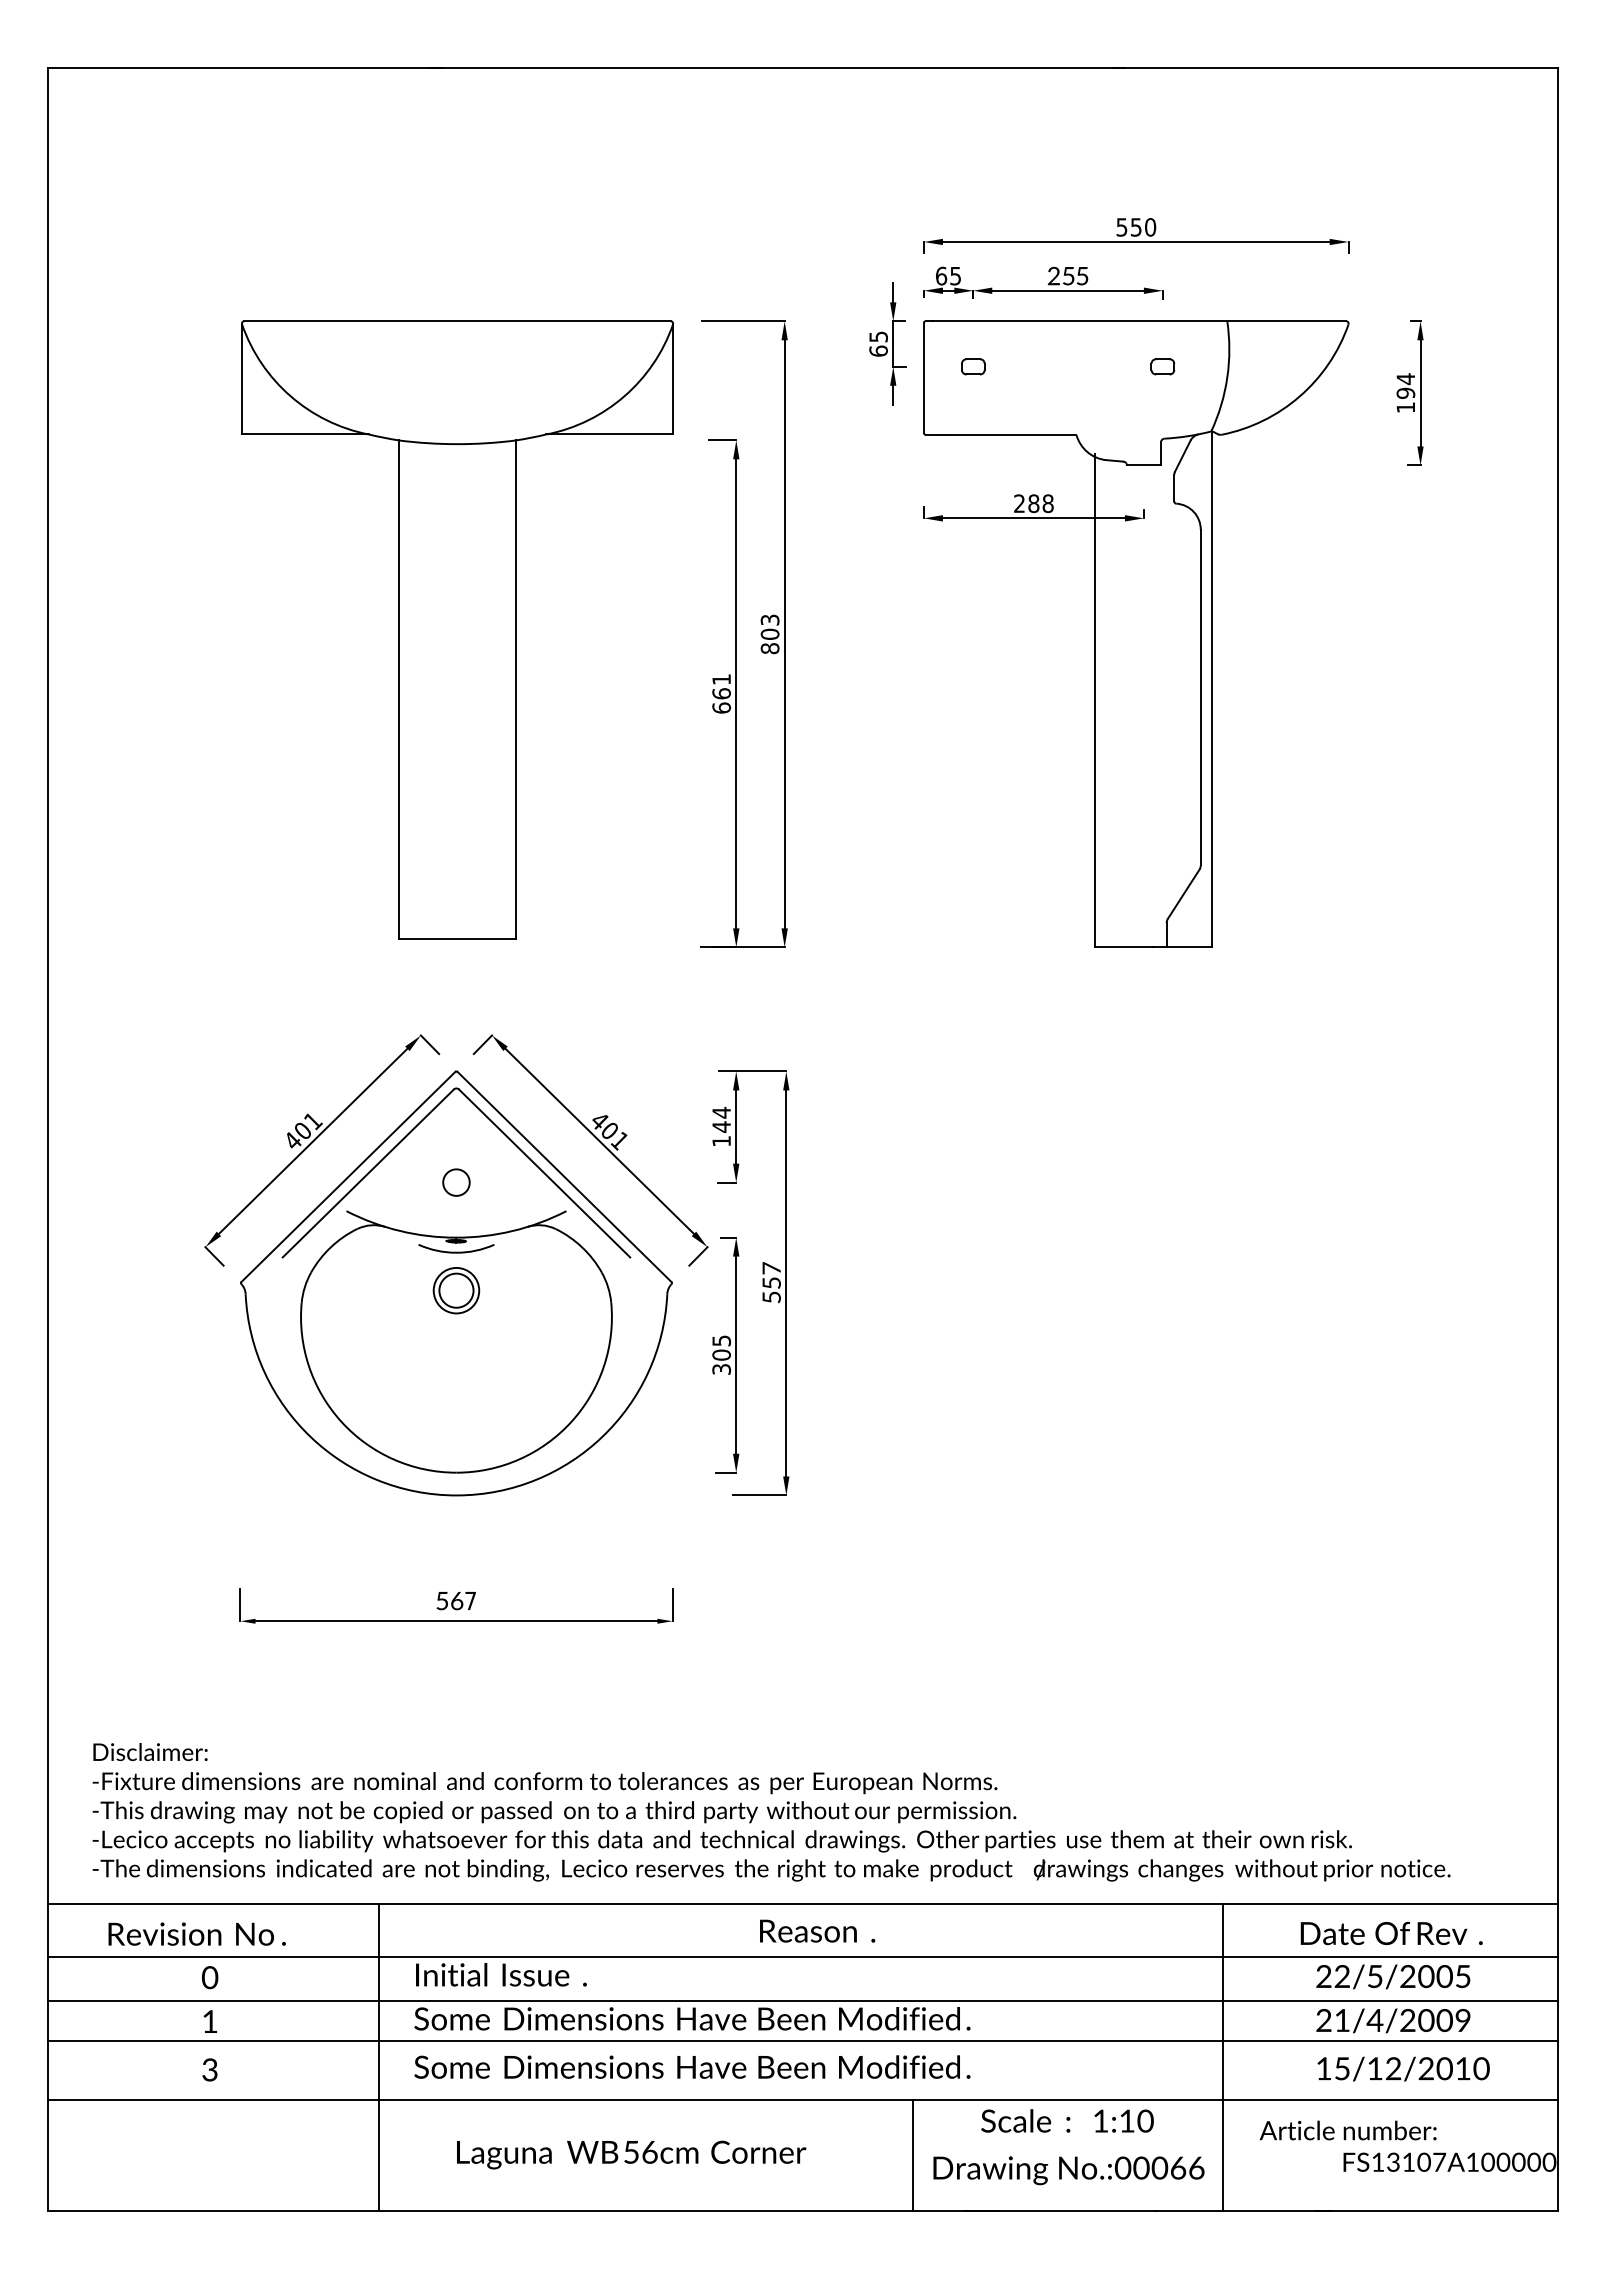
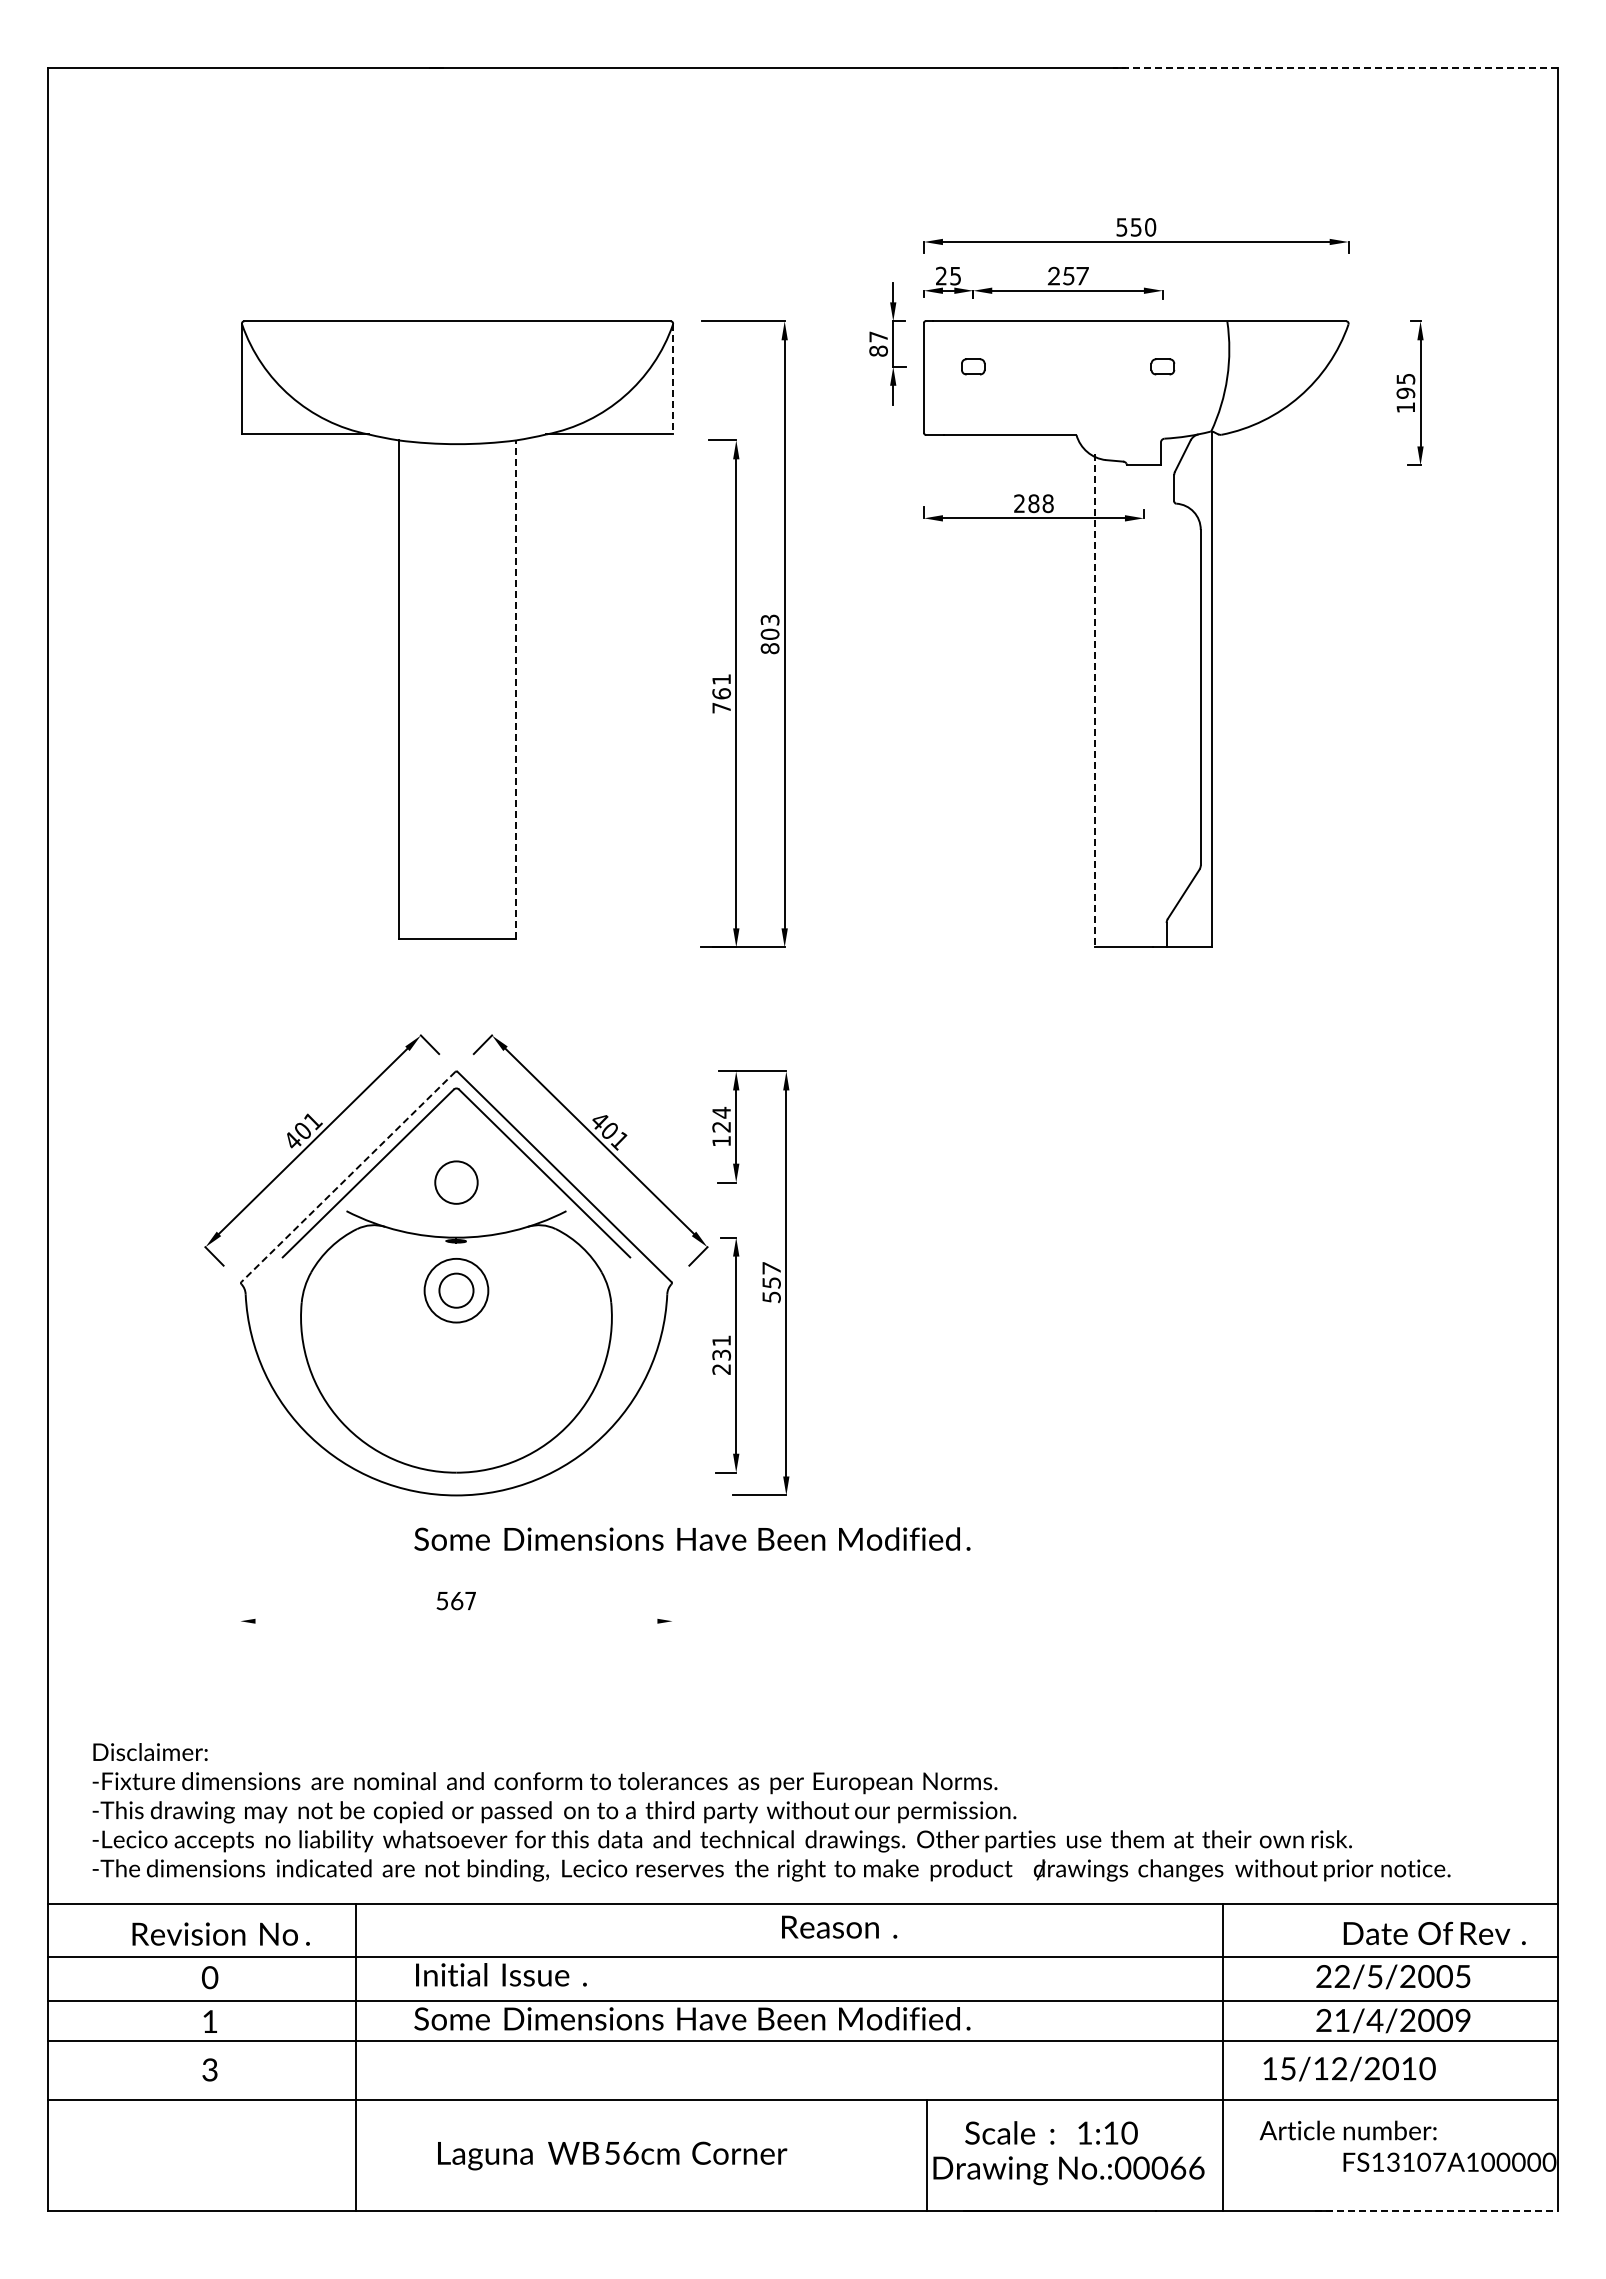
line at (1335, 68): solid -> dashed
text at (941, 275): 65 -> 25
text at (1082, 276): 5 -> 7
text at (878, 343): 65 -> 87
line at (673, 379): solid -> dashed
text at (1405, 379): 194 -> 195
line at (516, 689): solid -> dashed
line at (1094, 700): solid -> dashed
text at (721, 707): 661 -> 761
text at (721, 1127): 144 -> 124
line at (348, 1176): solid -> dashed
circle at (456, 1182) diameter: 27 px -> 42 px
arc at (456, 1251): present -> none
circle at (456, 1290) diameter: 45 px -> 64 px
text at (721, 1354): 305 -> 231
line at (240, 1605): present -> none
line at (672, 1605): present -> none
line at (456, 1621): present -> none
text at (817, 1930) position: (817, 1930) -> (839, 1926)
text at (196, 1933) position: (196, 1933) -> (220, 1933)
text at (1391, 1933) position: (1391, 1933) -> (1434, 1933)
line at (379, 2057) position: (379, 2057) -> (356, 2057)
text at (692, 2066) position: (692, 2066) -> (692, 1538)
text at (1403, 2068) position: (1403, 2068) -> (1349, 2068)
text at (1067, 2120) position: (1067, 2120) -> (1051, 2132)
text at (631, 2154) position: (631, 2154) -> (612, 2155)
line at (912, 2155) position: (912, 2155) -> (926, 2155)
line at (1436, 2210): solid -> dashed
